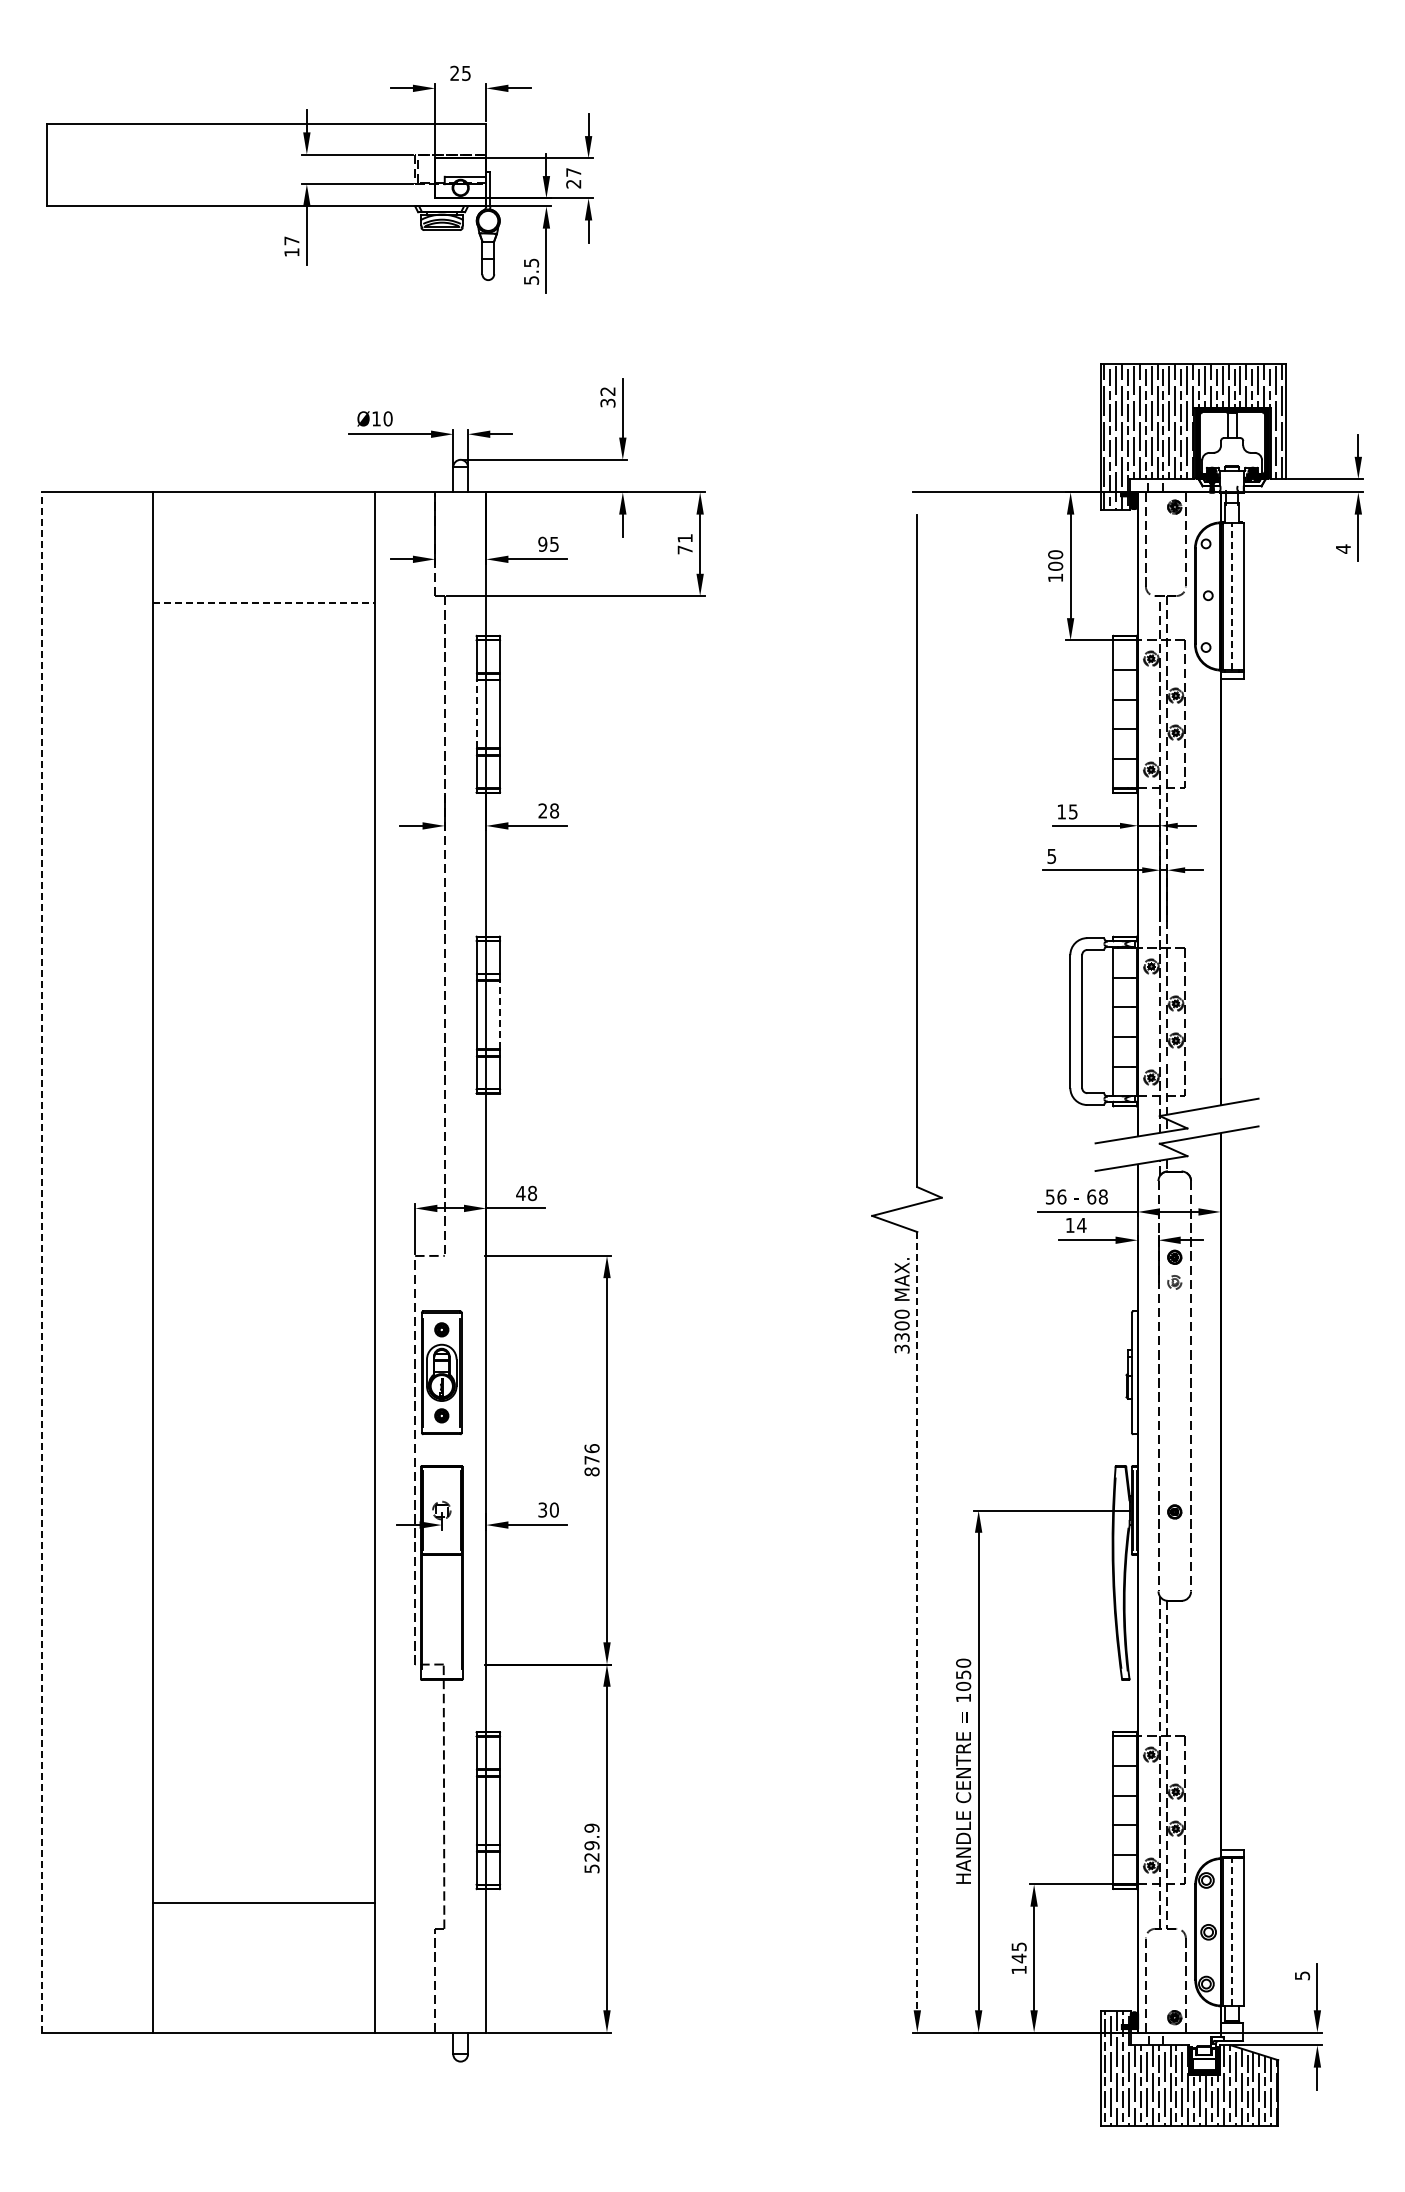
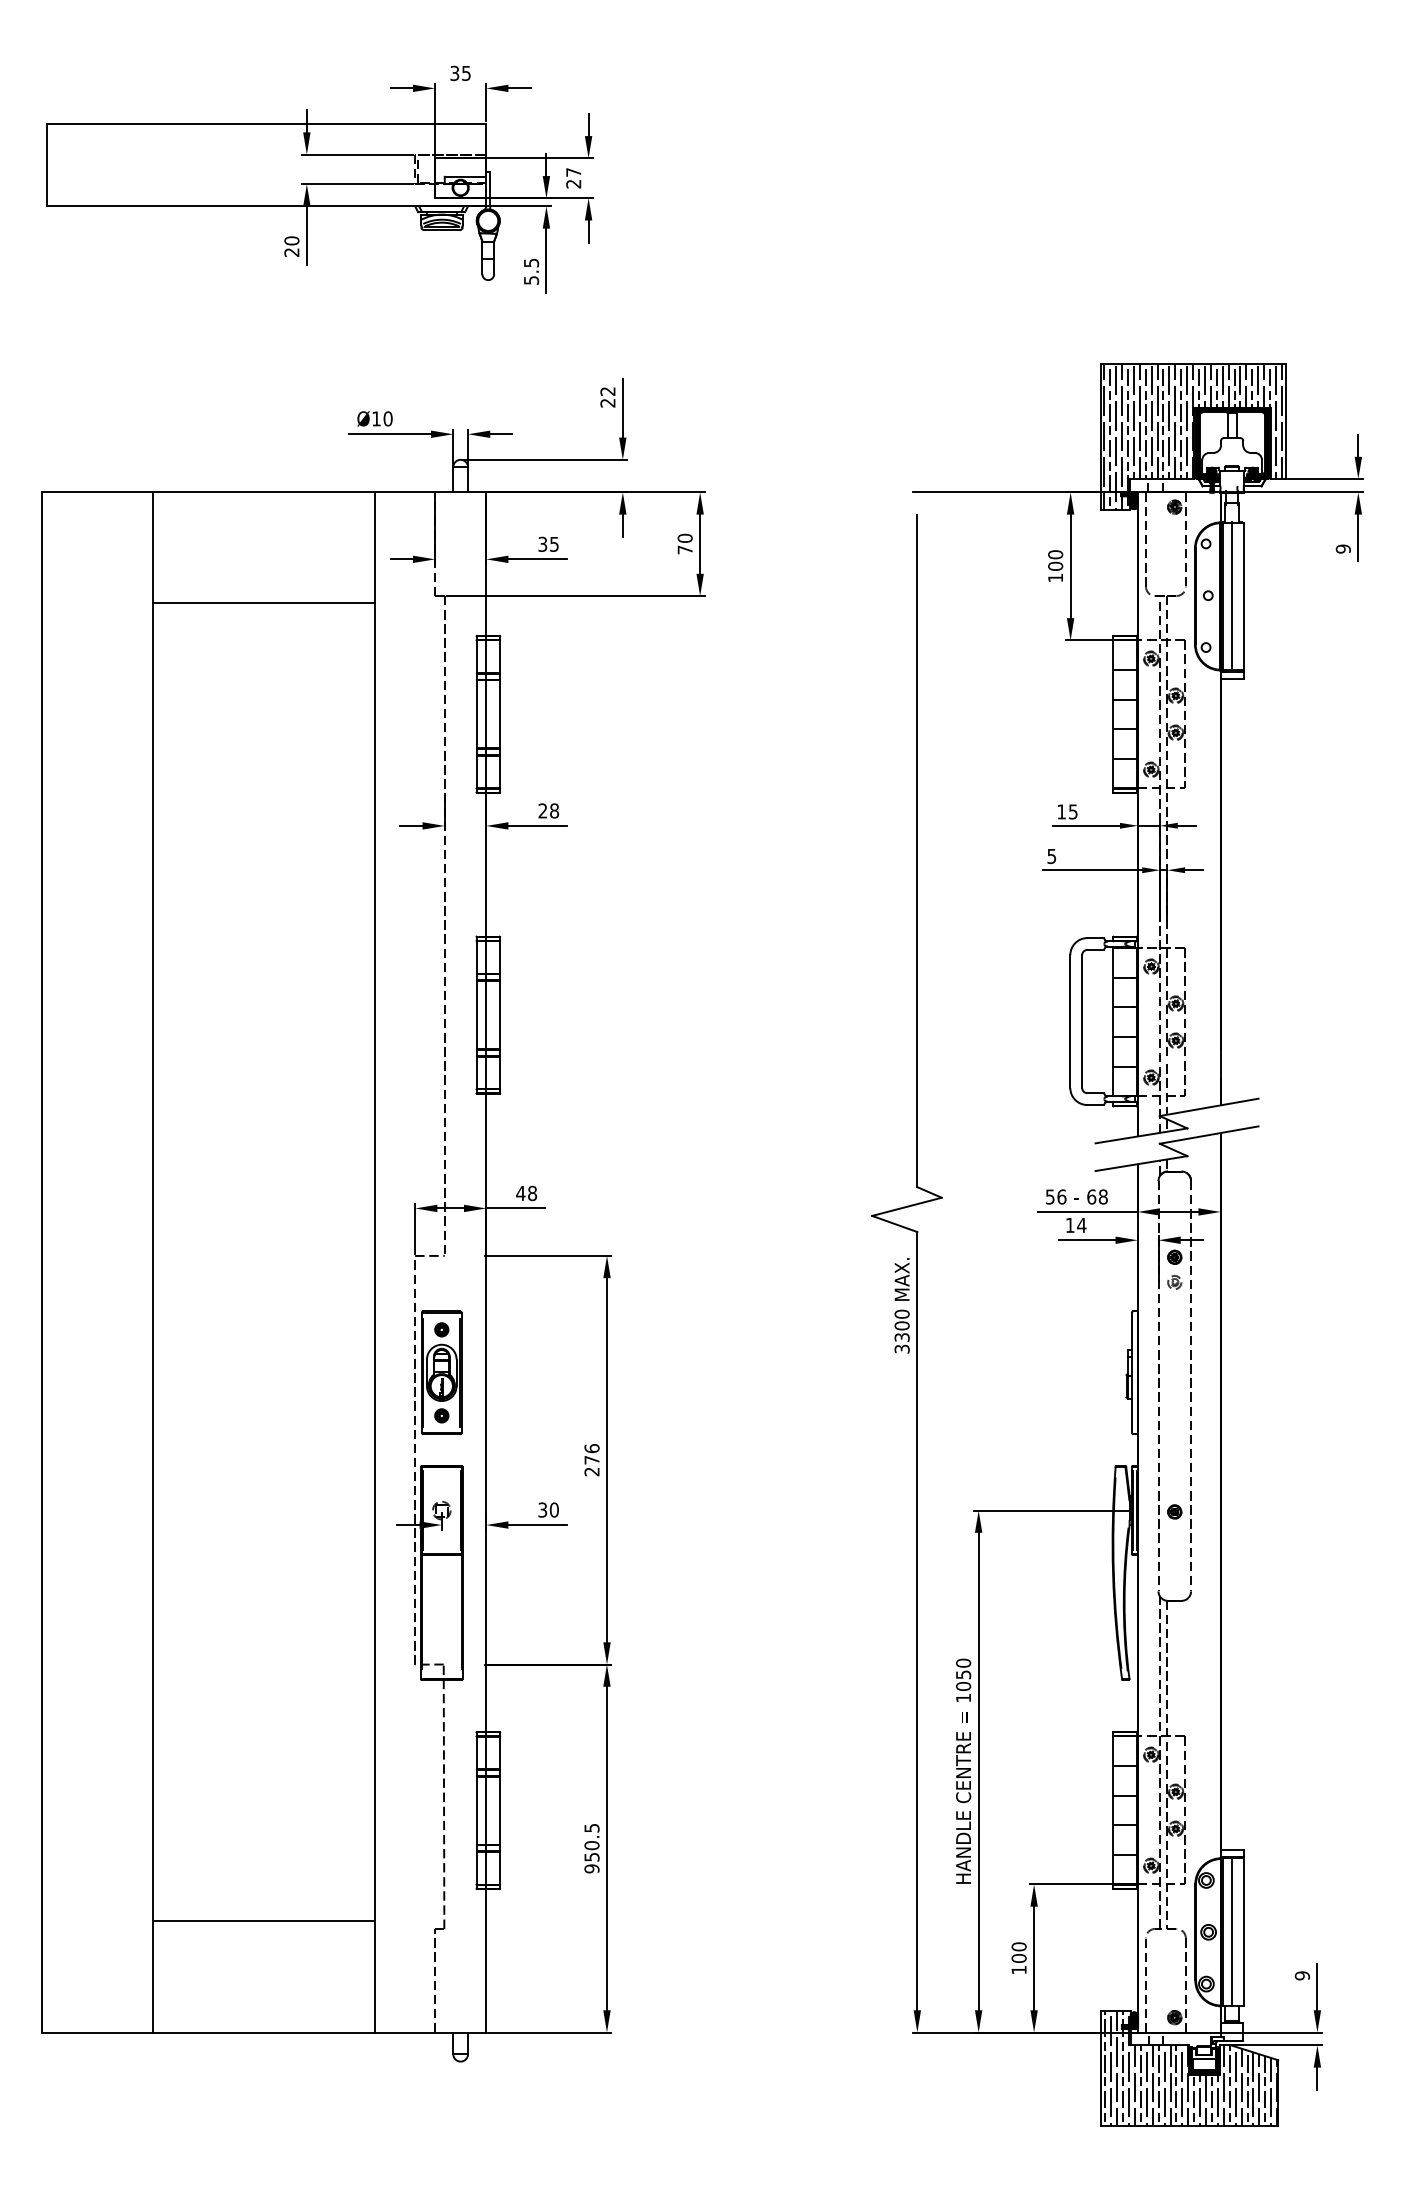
text at (454, 73): 25 -> 35
text at (291, 246): 17 -> 20
text at (607, 402): 32 -> 22
text at (684, 537): 71 -> 70
text at (542, 543): 95 -> 35
text at (1342, 548): 4 -> 9
line at (1232, 595): dashed -> solid
line at (264, 603): dashed -> solid
line at (476, 713): dashed -> solid
line at (499, 1014): dashed -> solid
line at (42, 1261): dashed -> solid
text at (591, 1471): 876 -> 276
line at (917, 1621): dashed -> solid
text at (591, 1848): 529.9 -> 950.5
line at (264, 1903) position: (264, 1903) -> (264, 1921)
line at (1232, 1931): dashed -> solid
text at (1018, 1952): 145 -> 100
text at (1301, 1975): 5 -> 9
